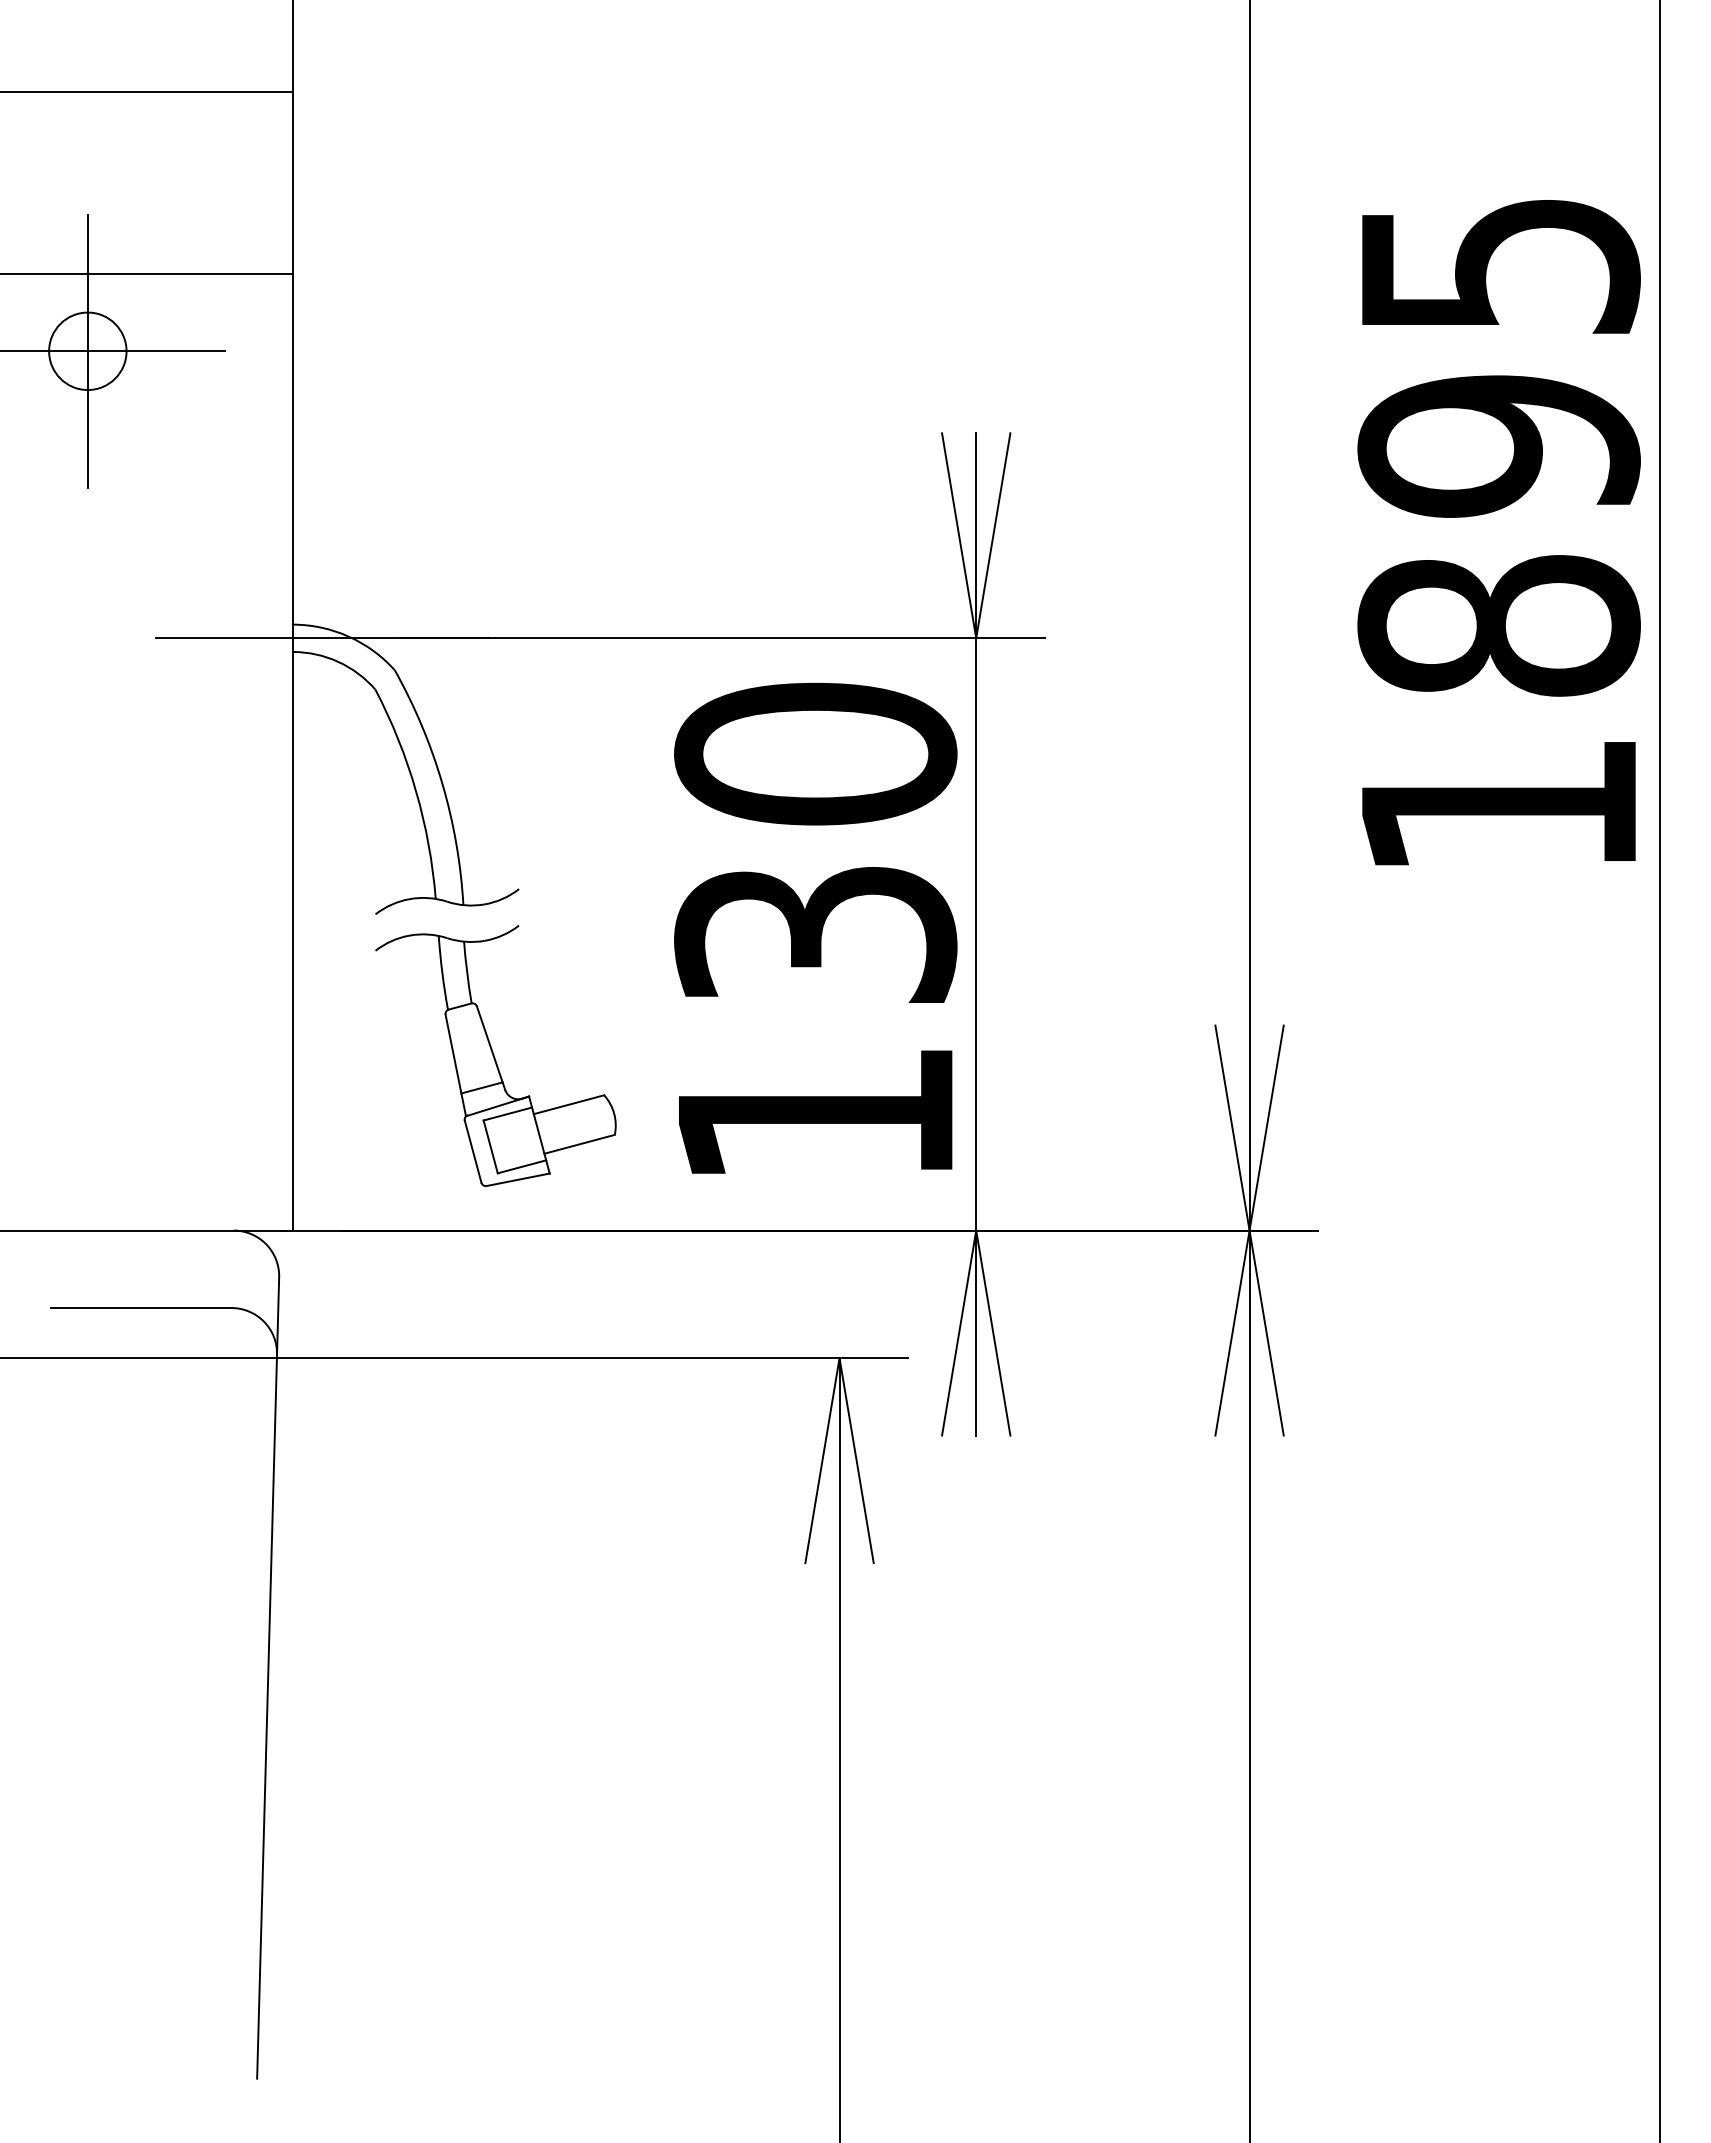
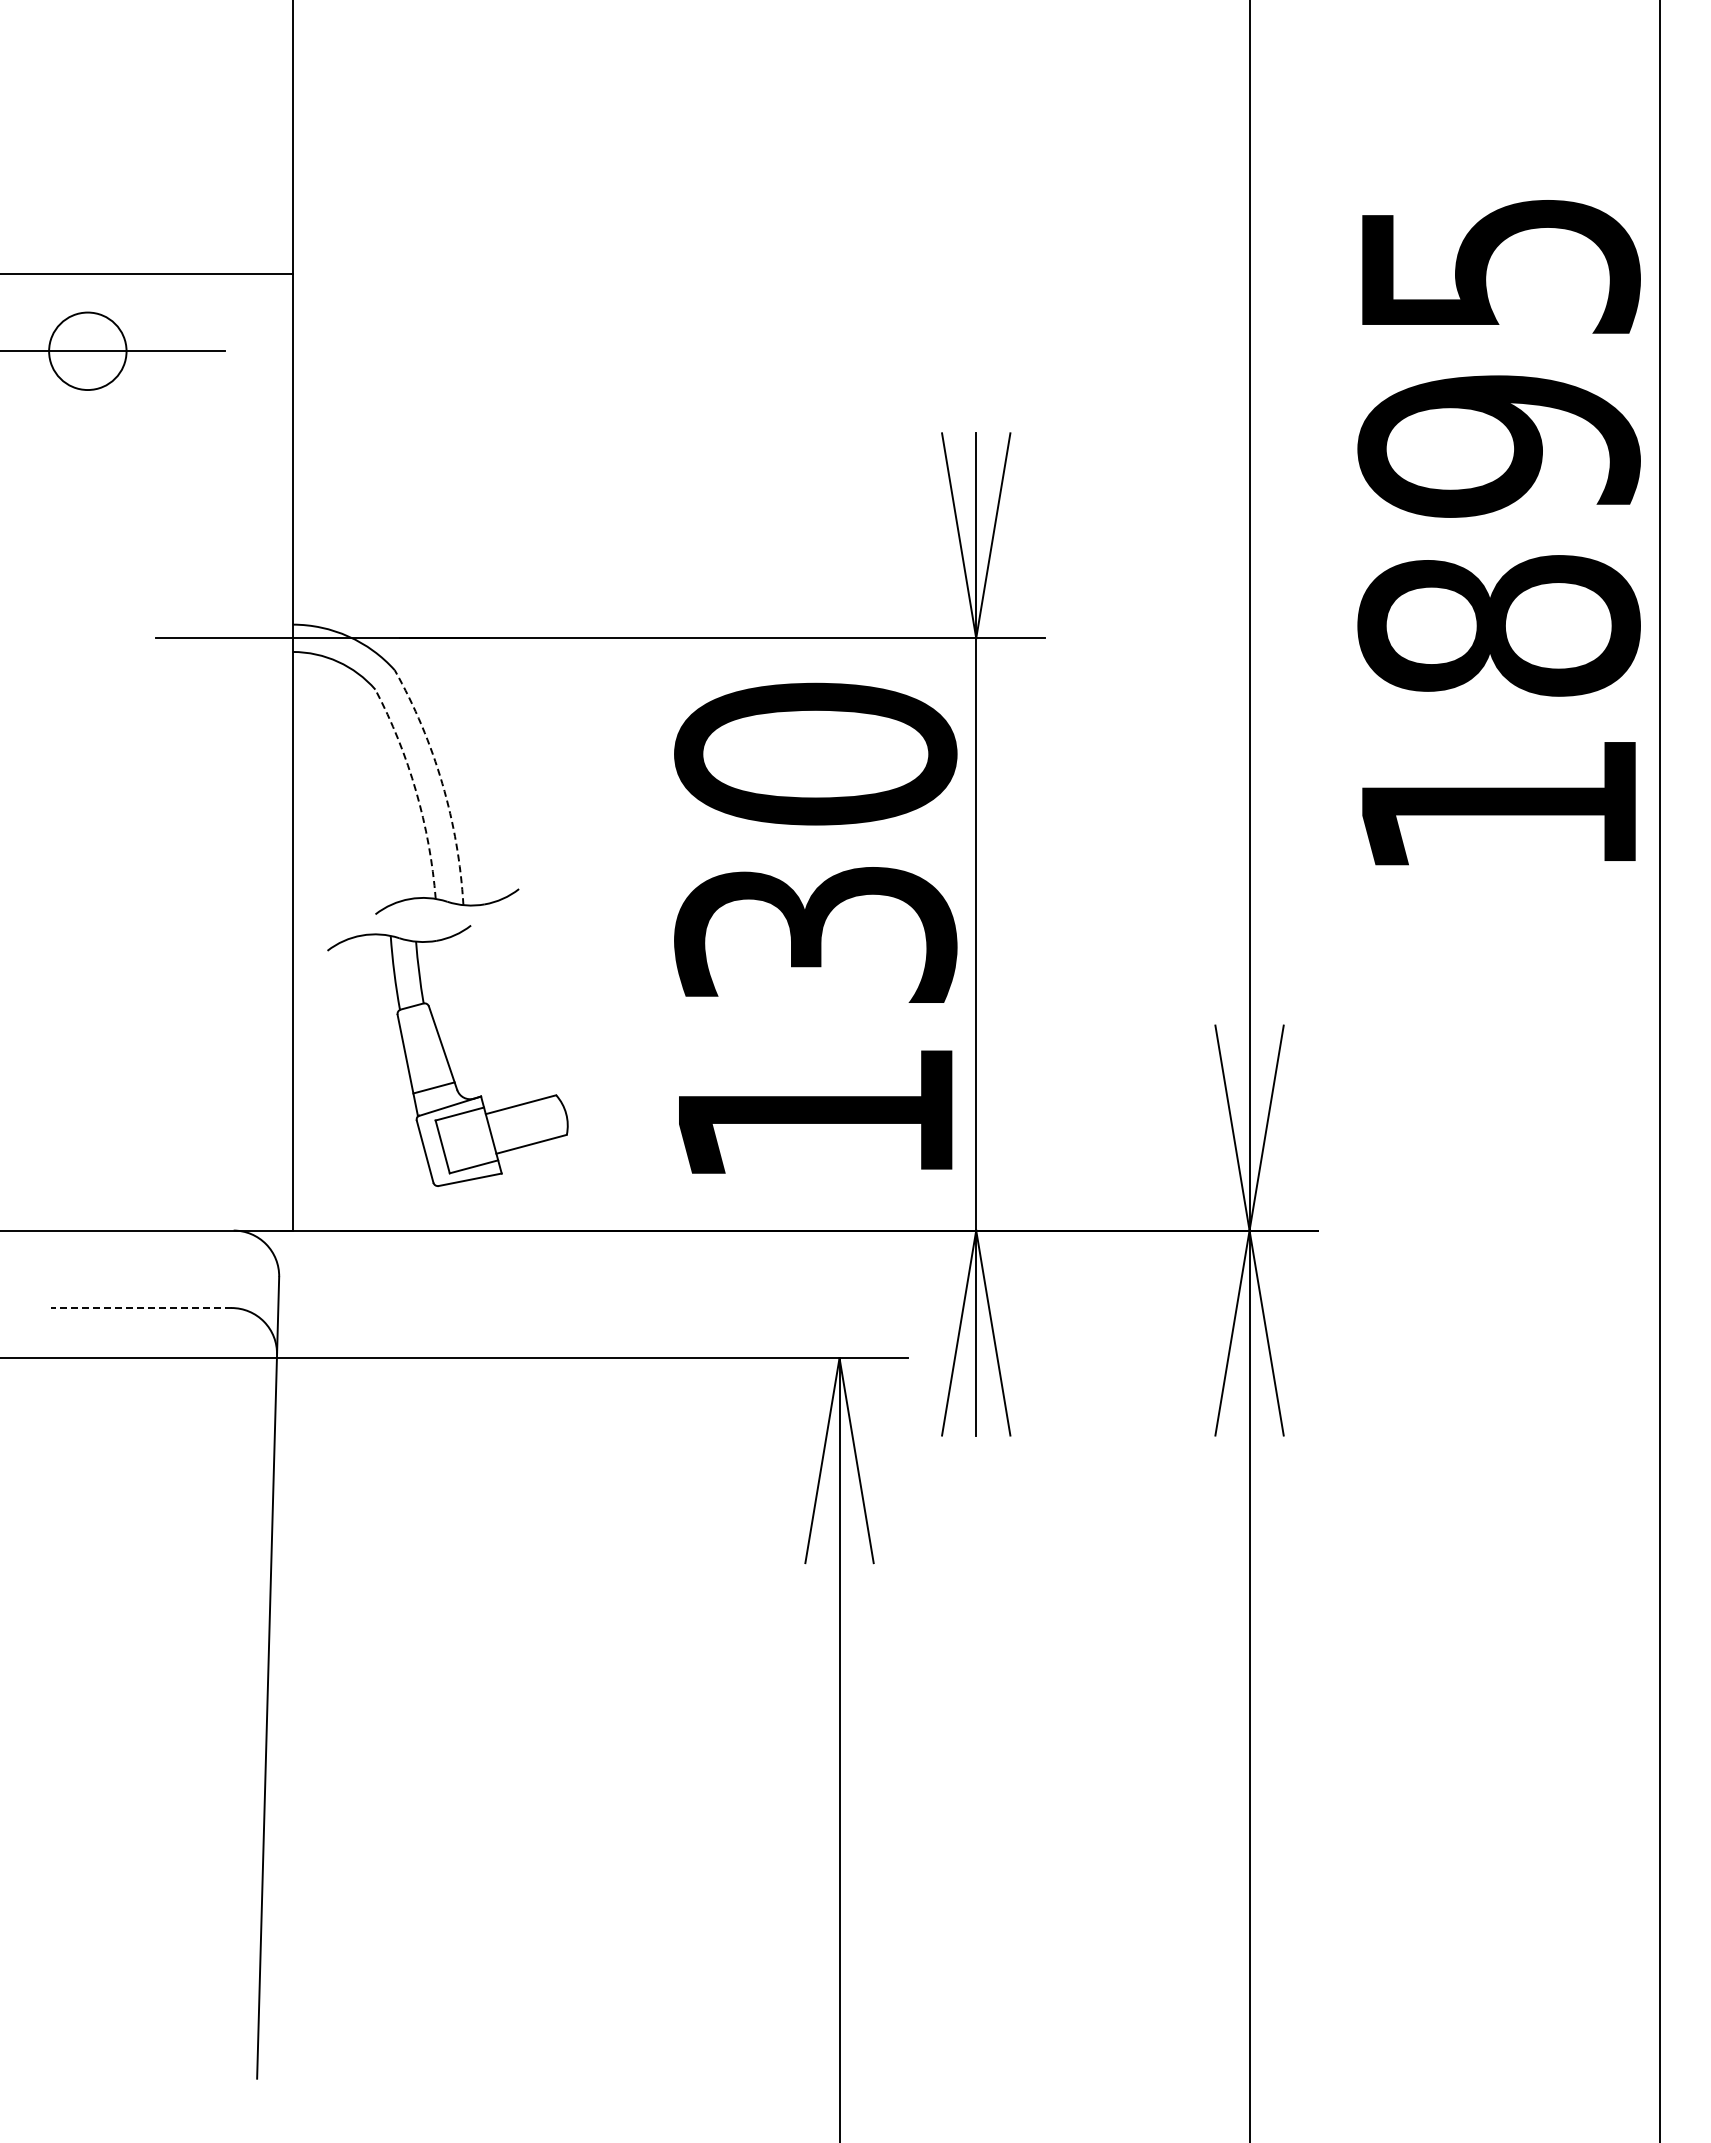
line at (147, 91): present -> none
line at (87, 350): present -> none
arc at (442, 783): solid -> dashed
arc at (416, 791): solid -> dashed
part at (495, 1055) position: (495, 1055) -> (447, 1055)
line at (140, 1308): solid -> dashed
